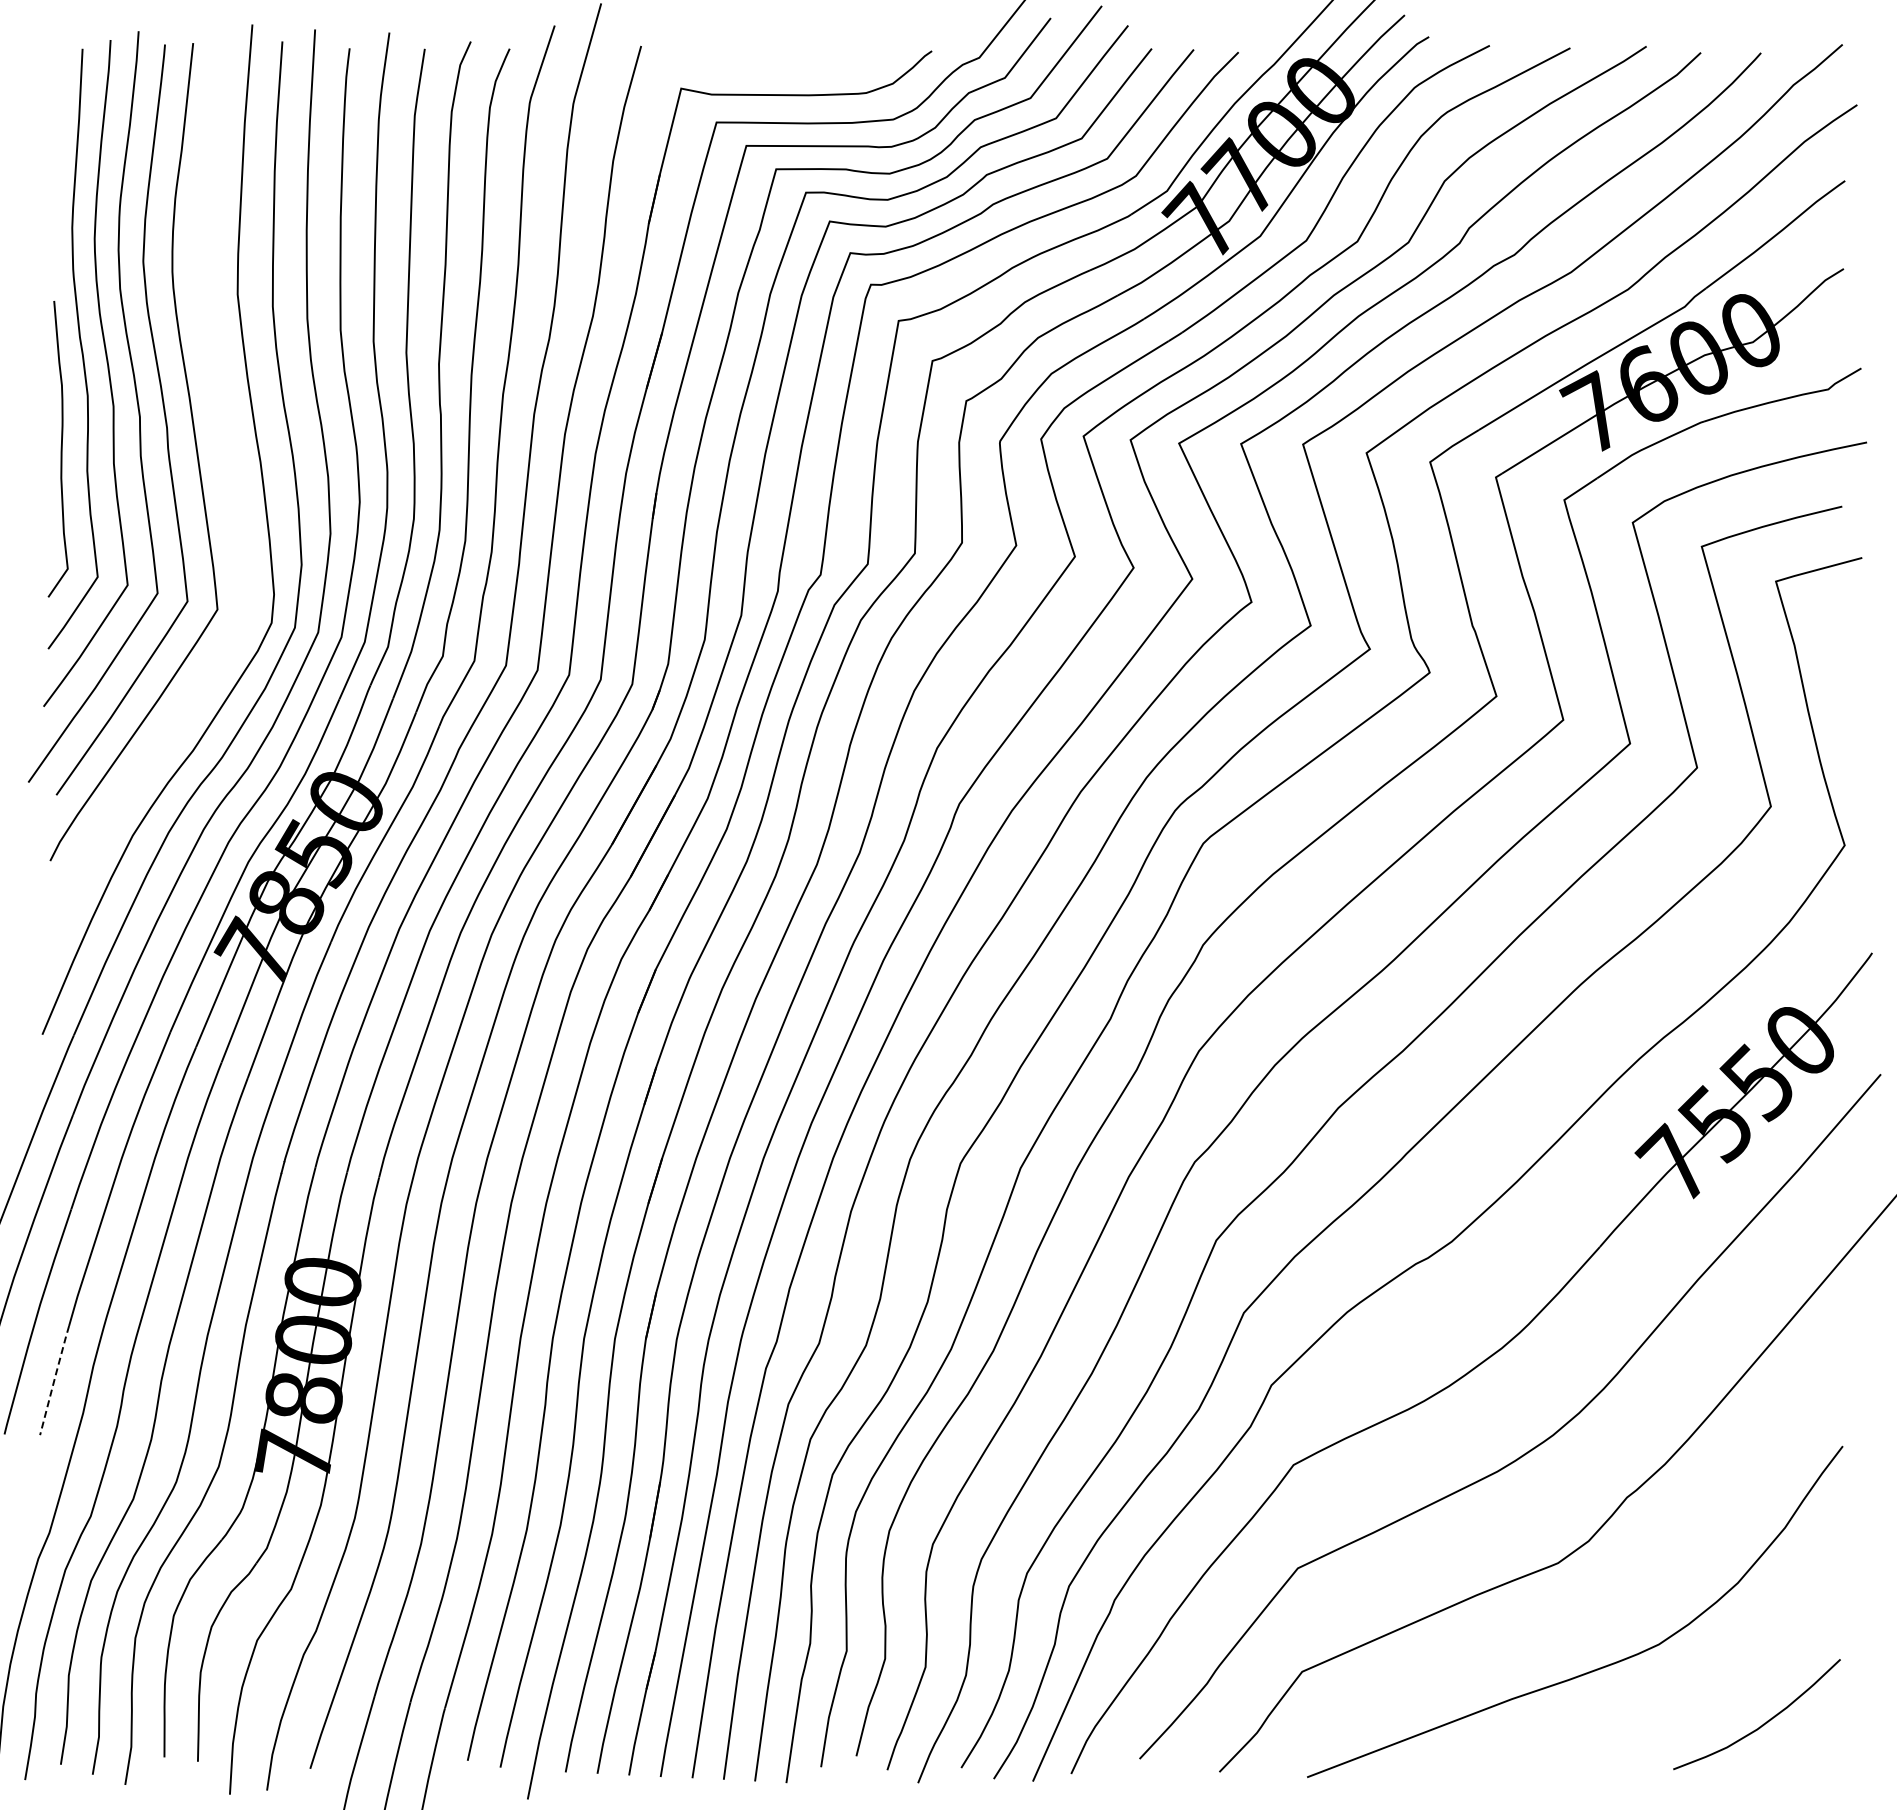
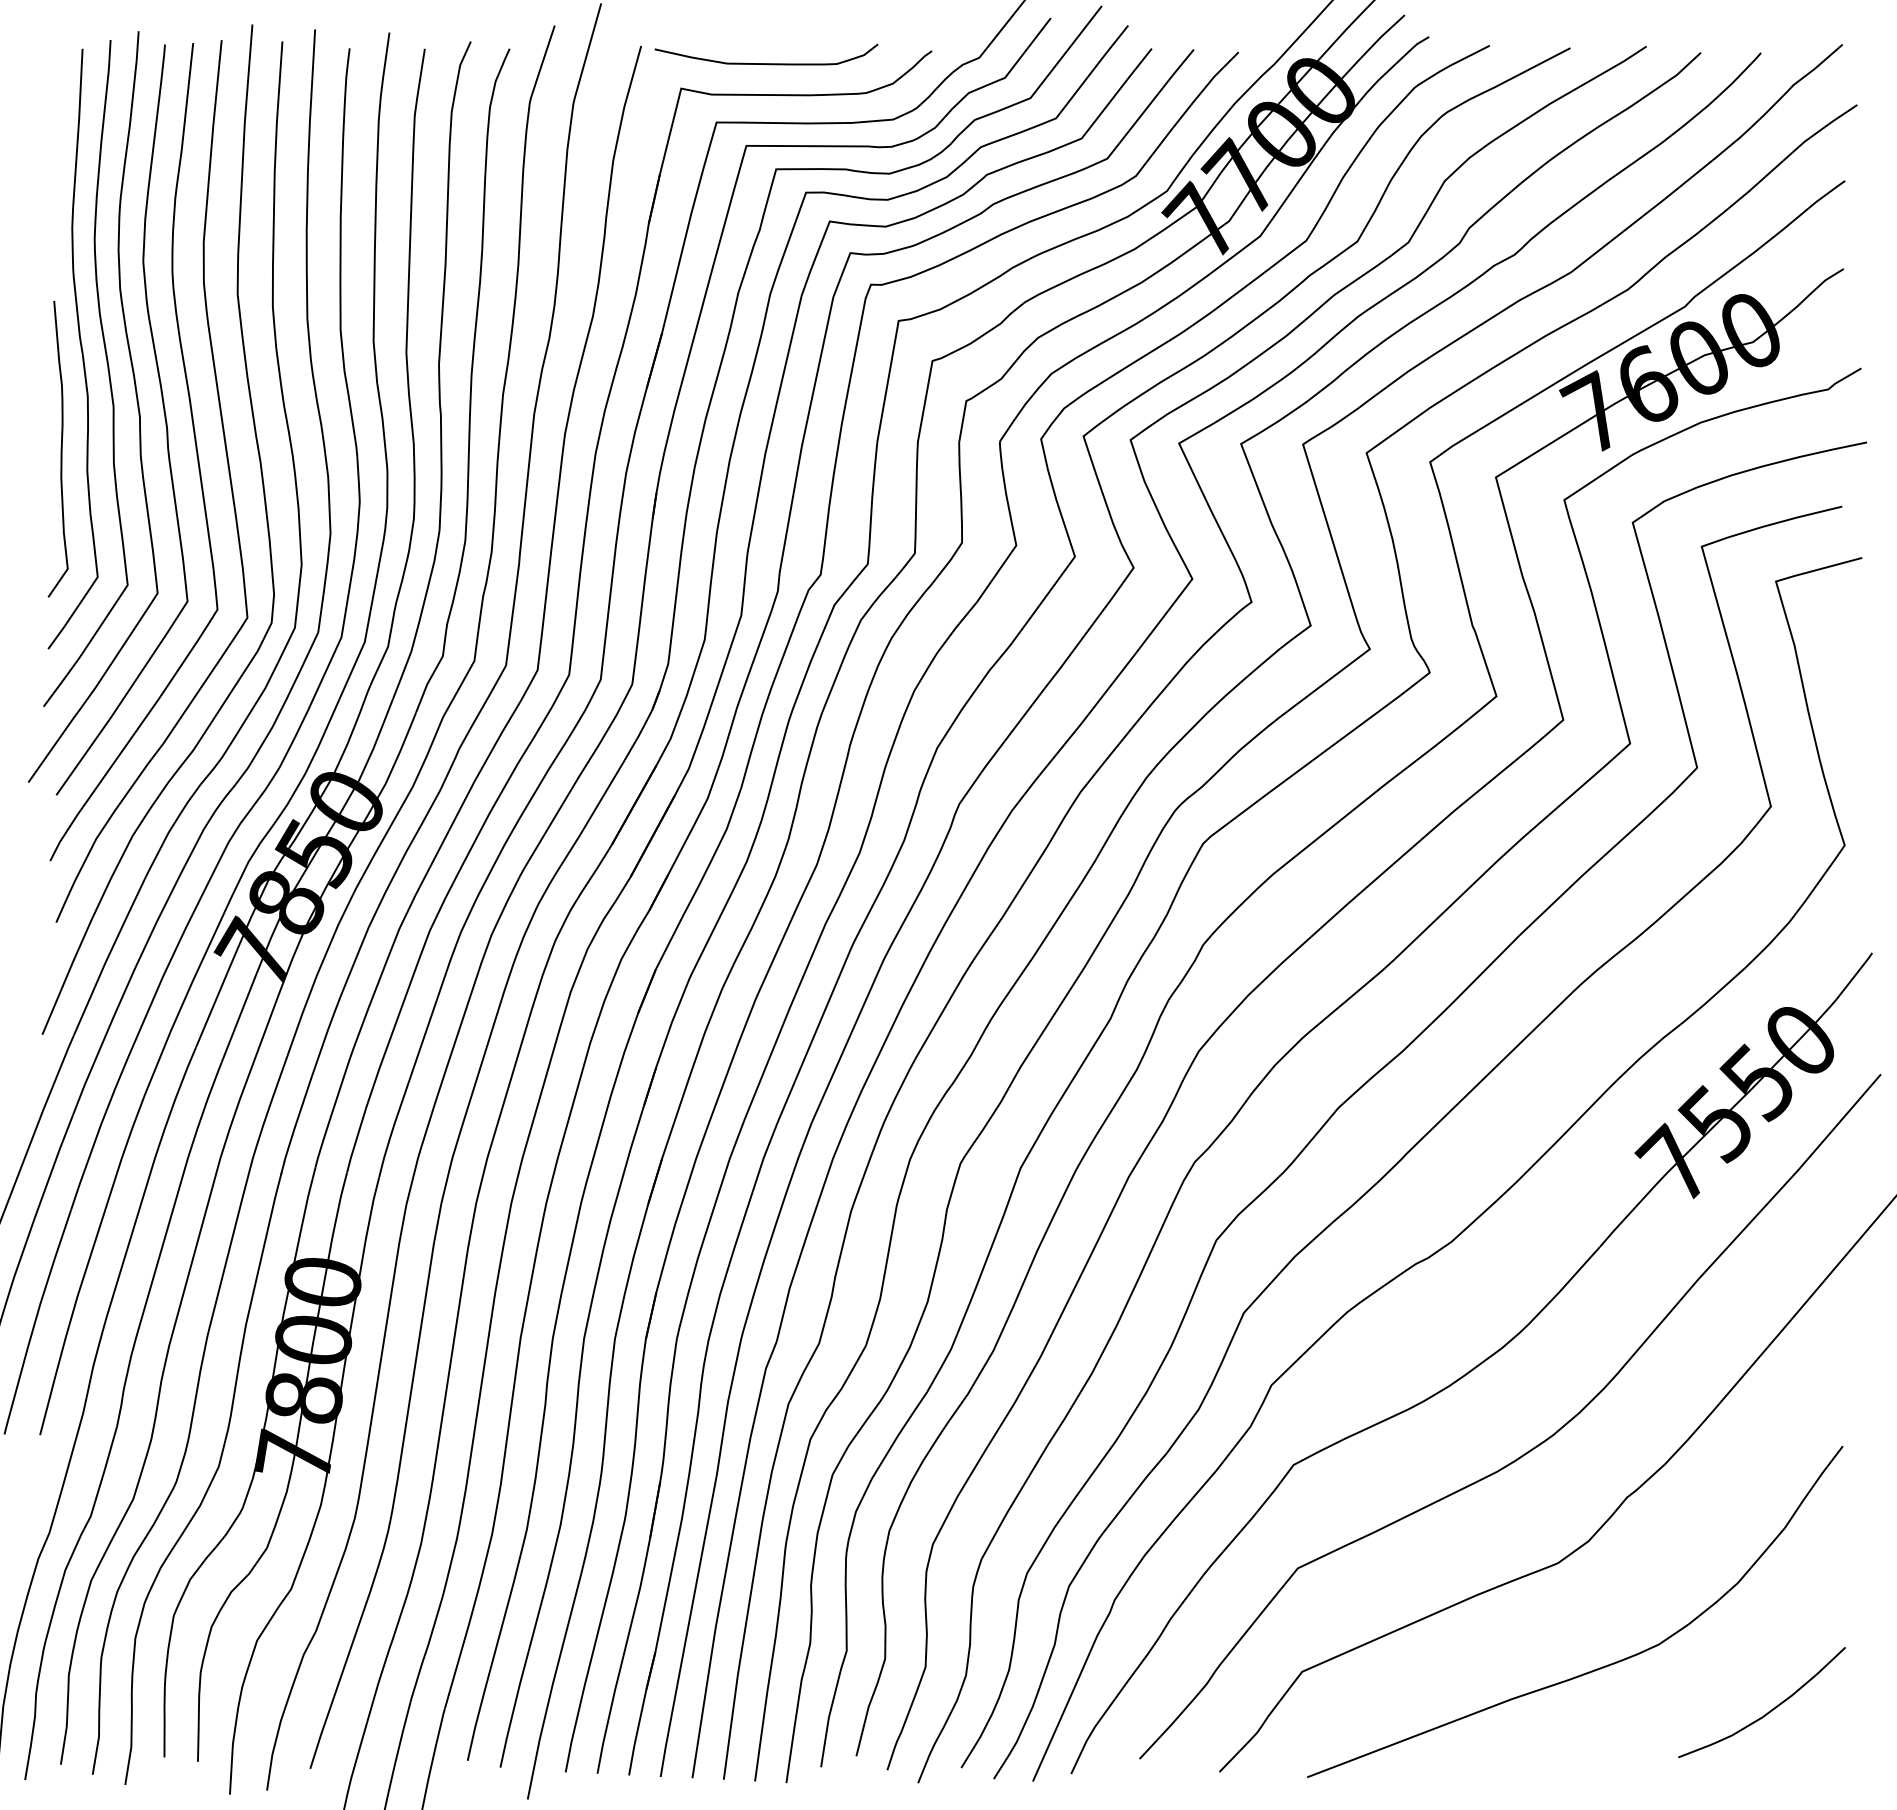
curve at (766, 63): none -> present
curve at (228, 473): none -> present
line at (54, 1379): dashed -> solid
curve at (1763, 1723) position: (1763, 1723) -> (1768, 1711)
